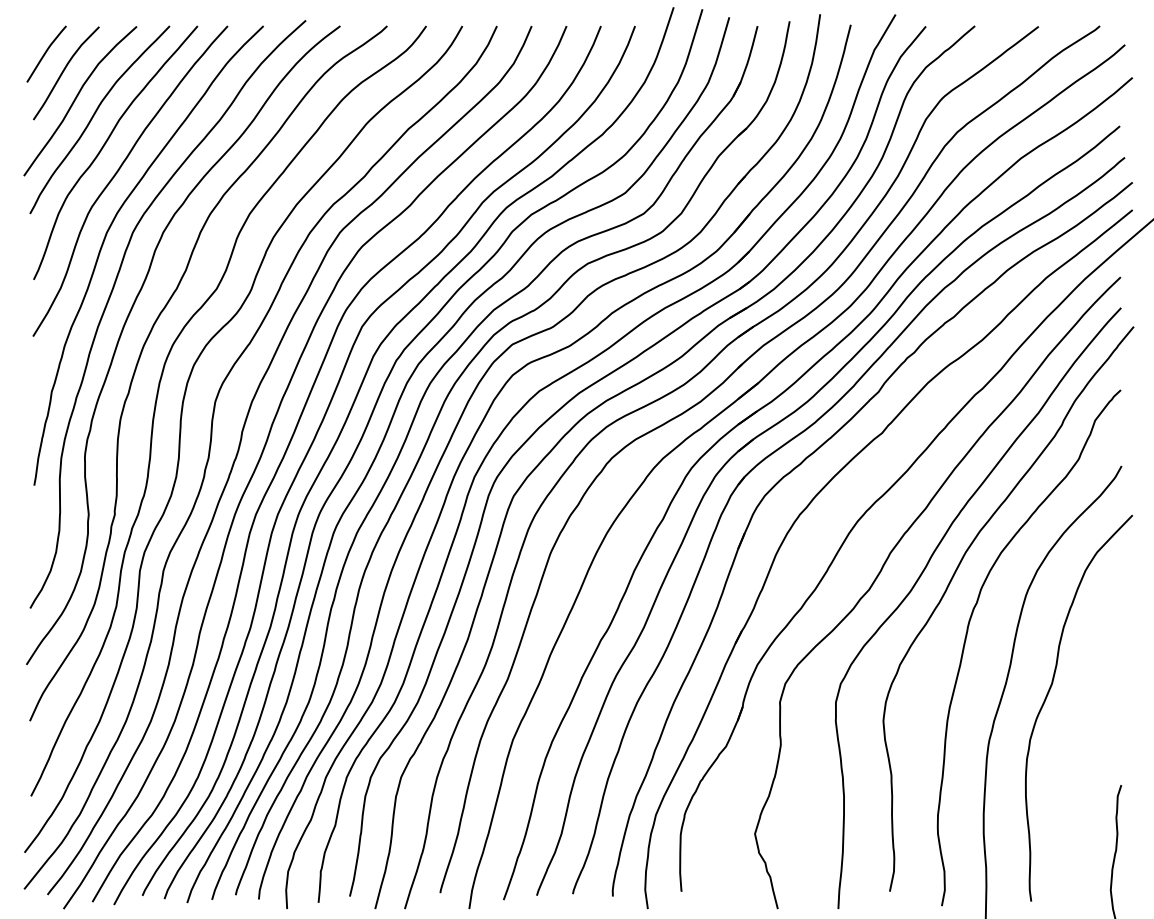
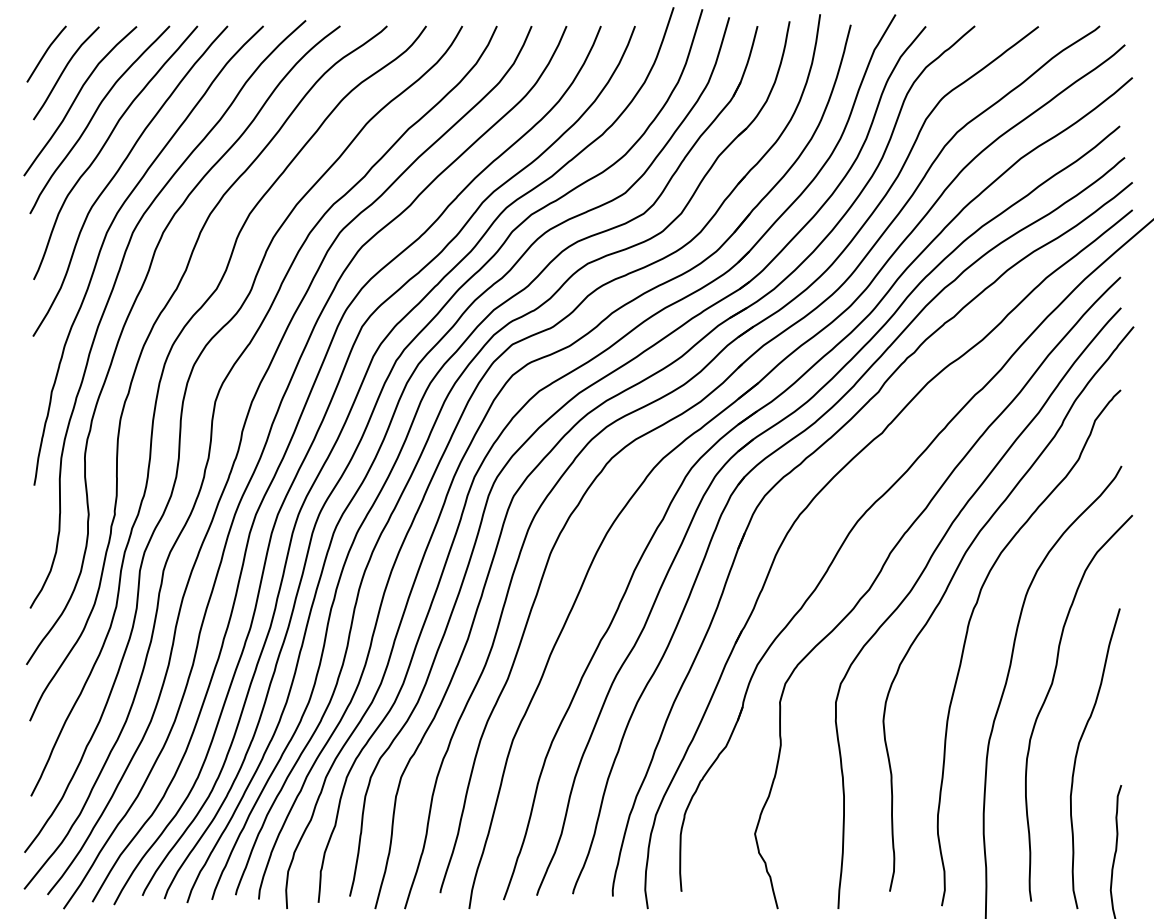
curve at (1077, 755): none -> present
